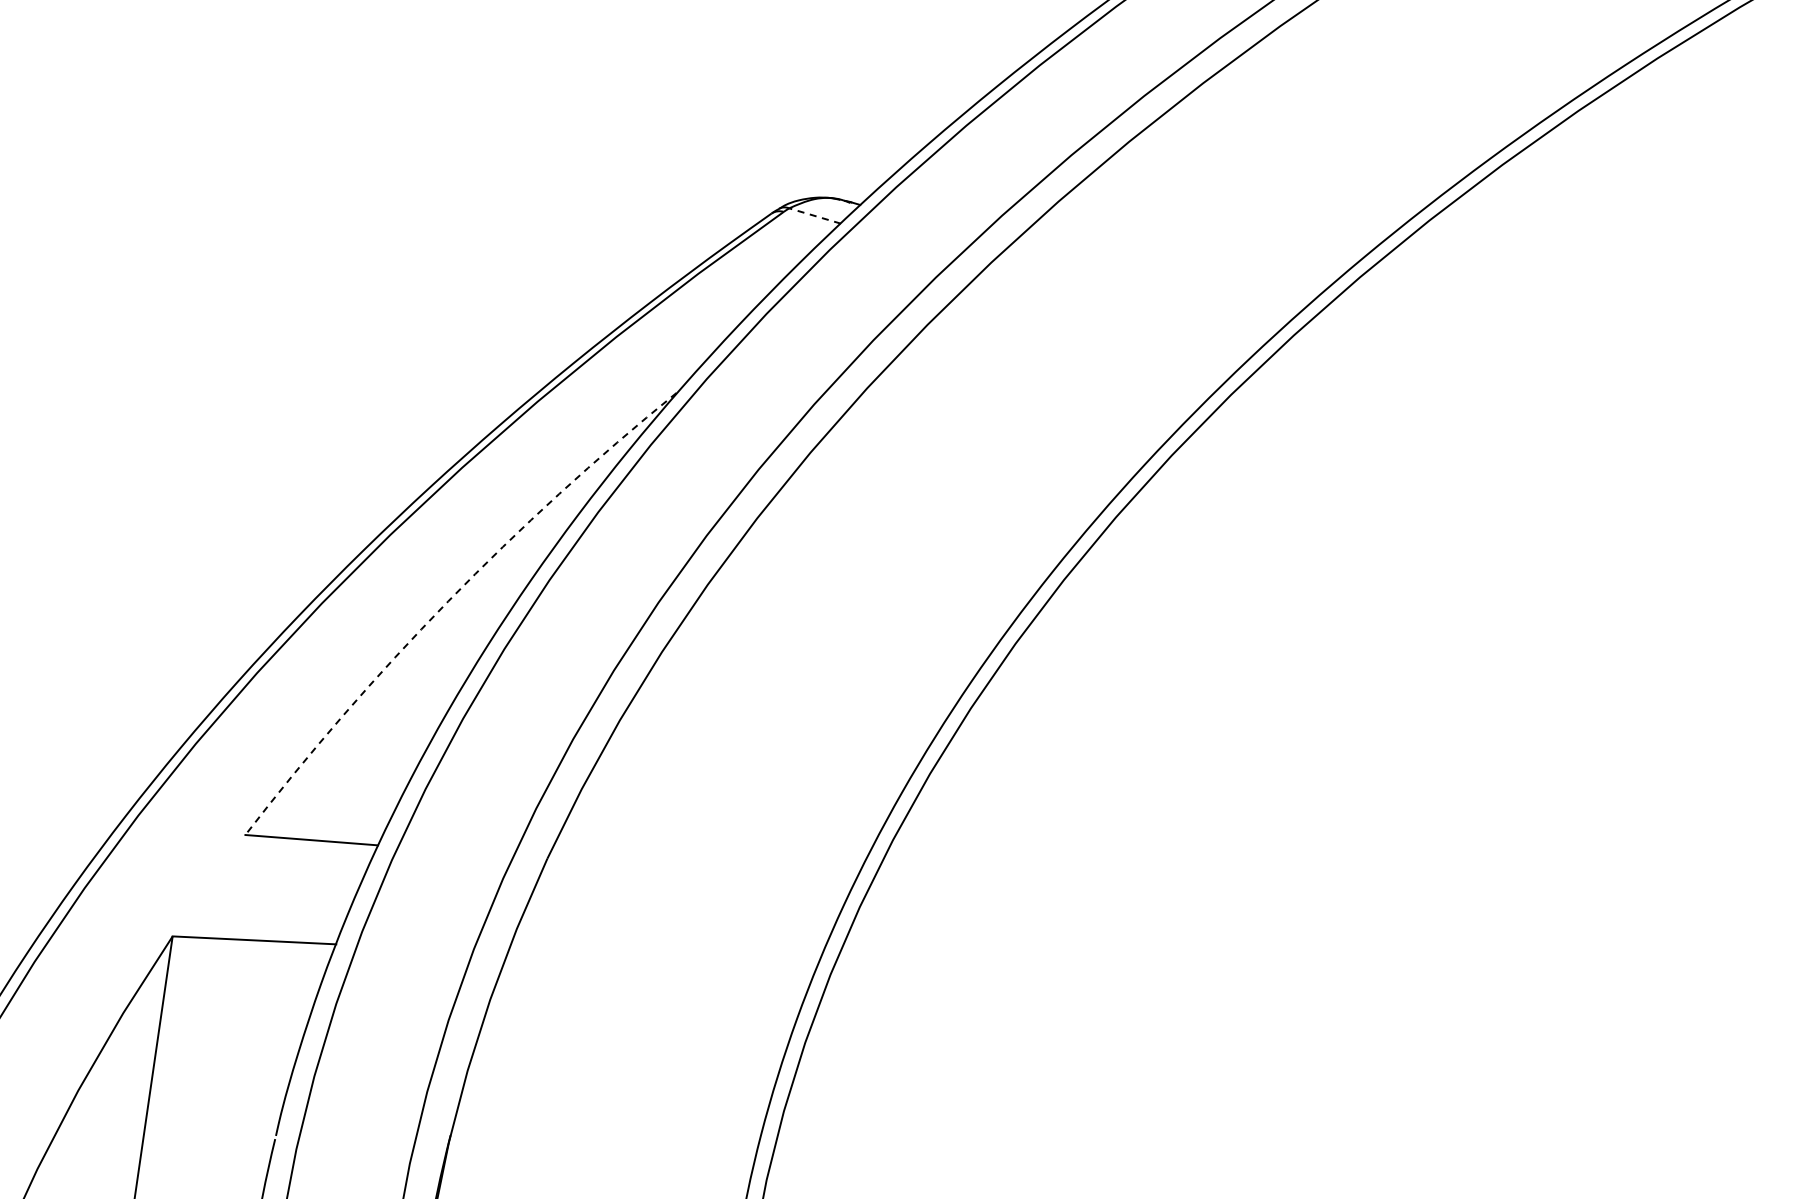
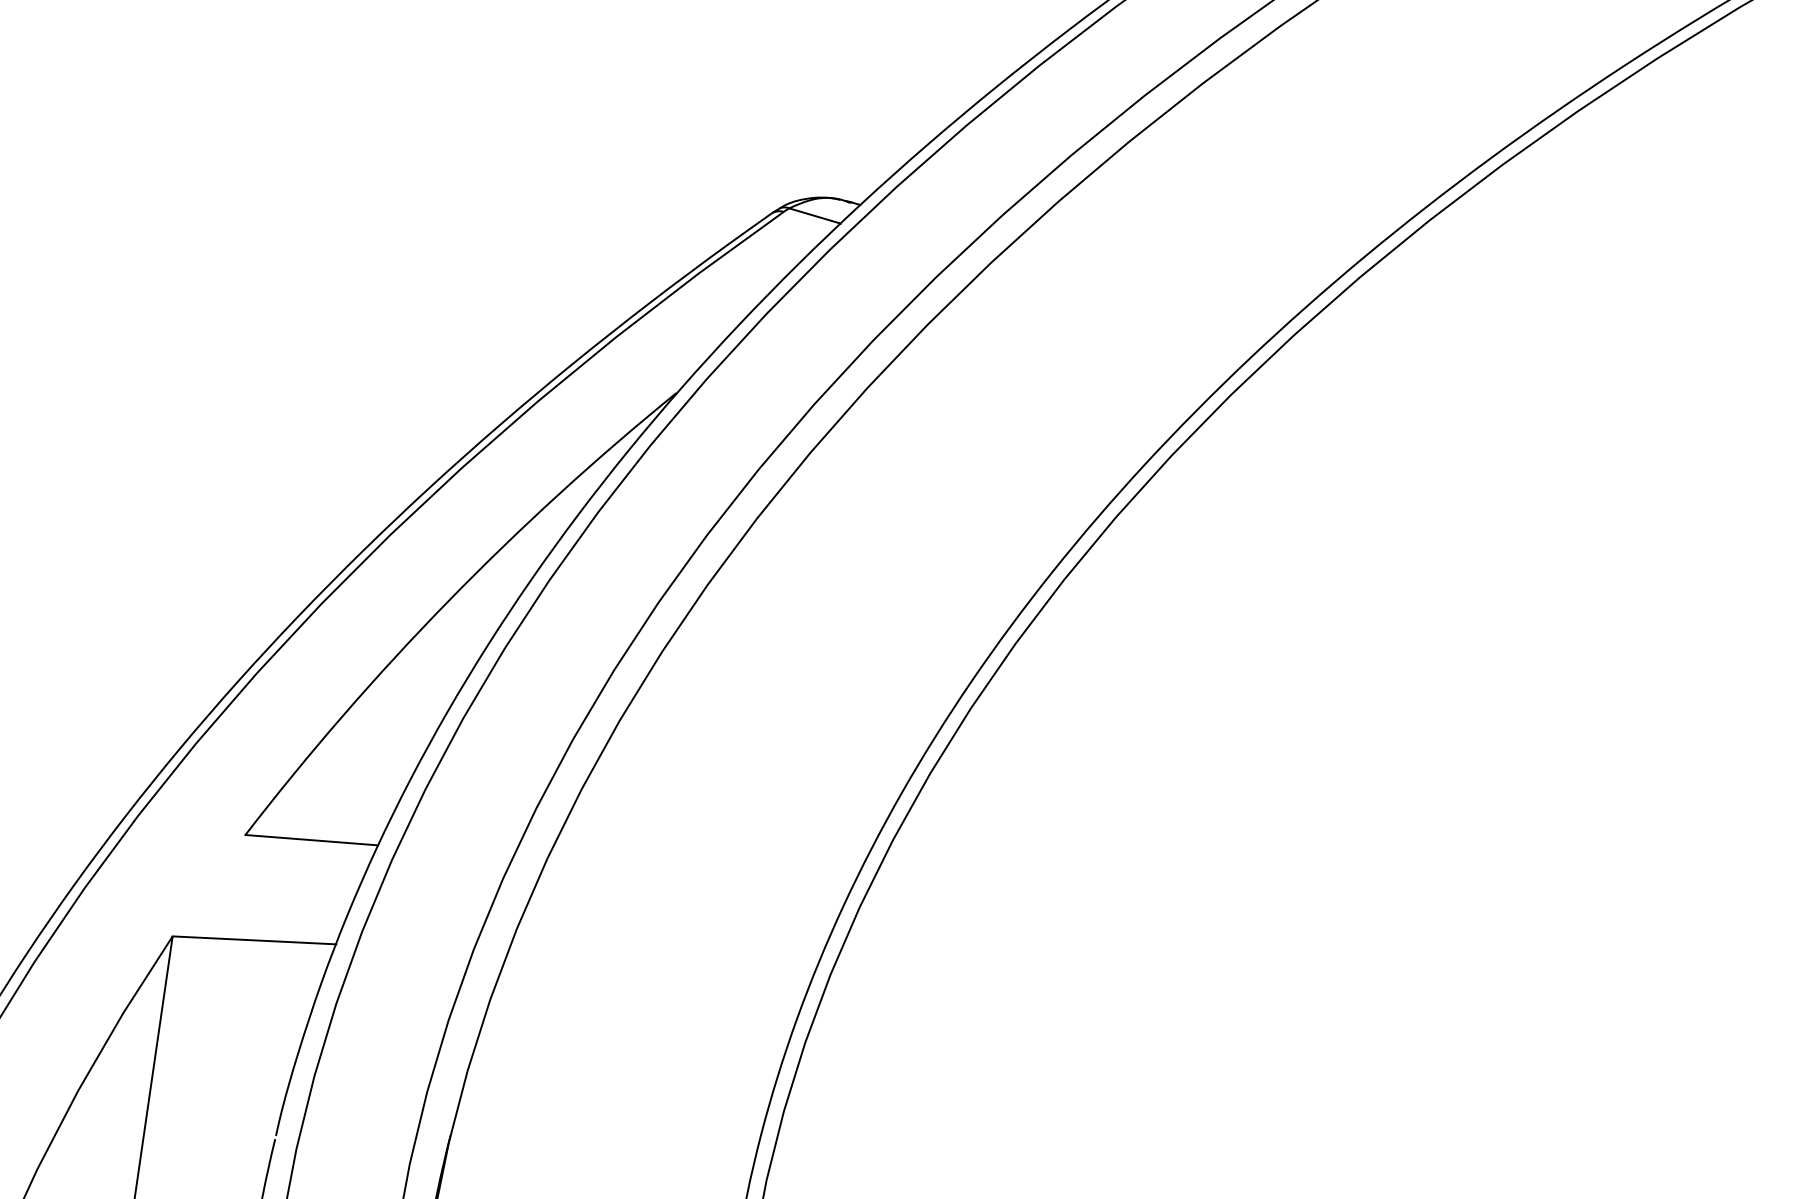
line at (815, 216): dashed -> solid
arc at (448, 601): dashed -> solid
